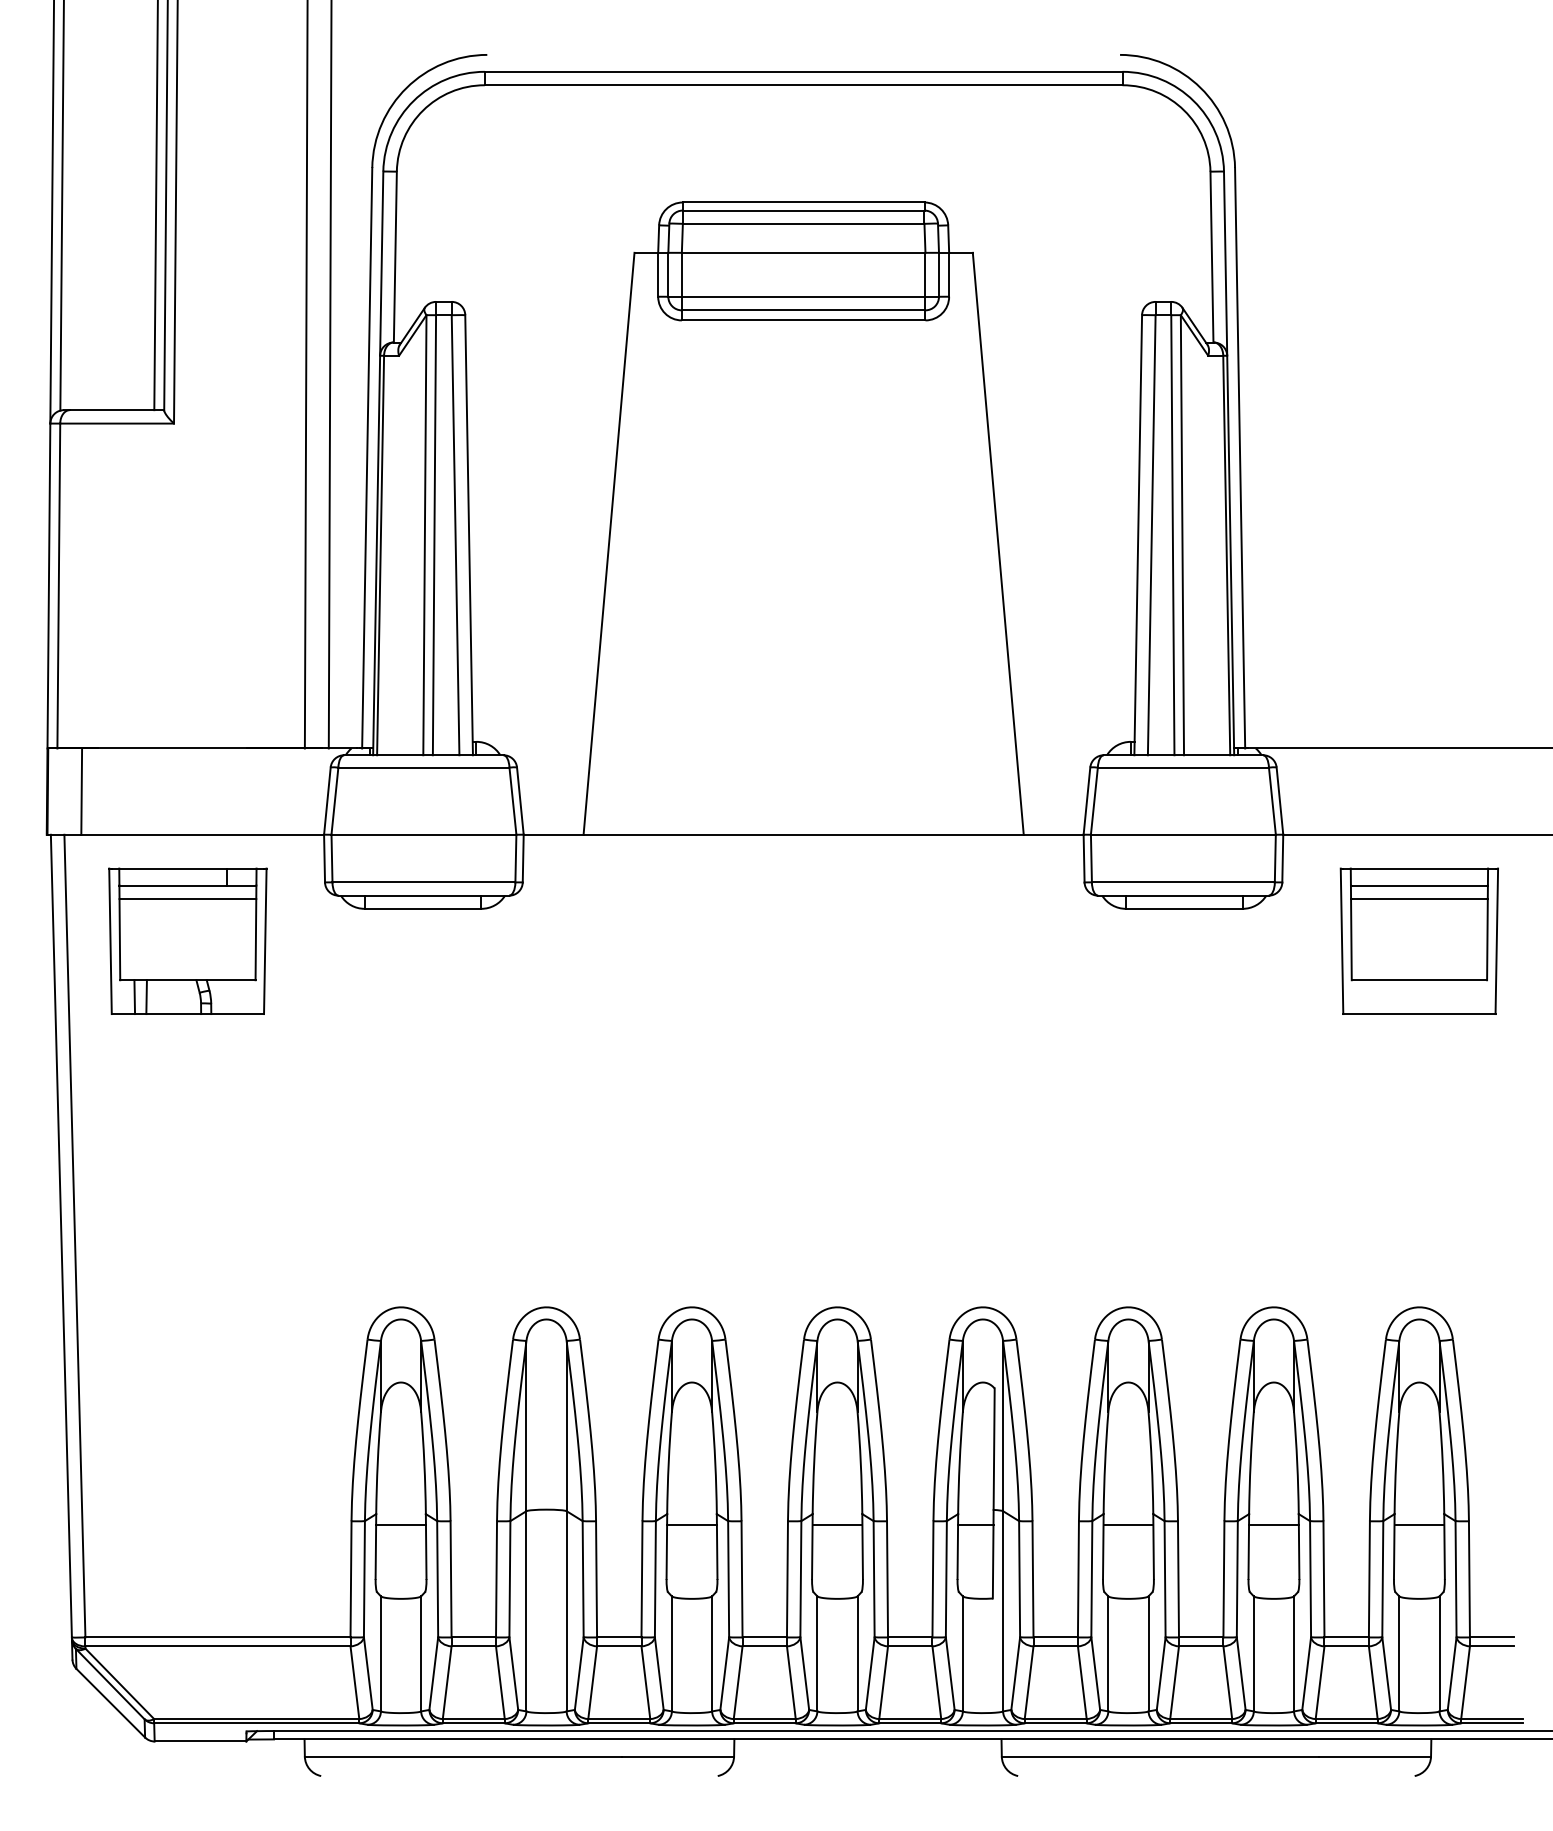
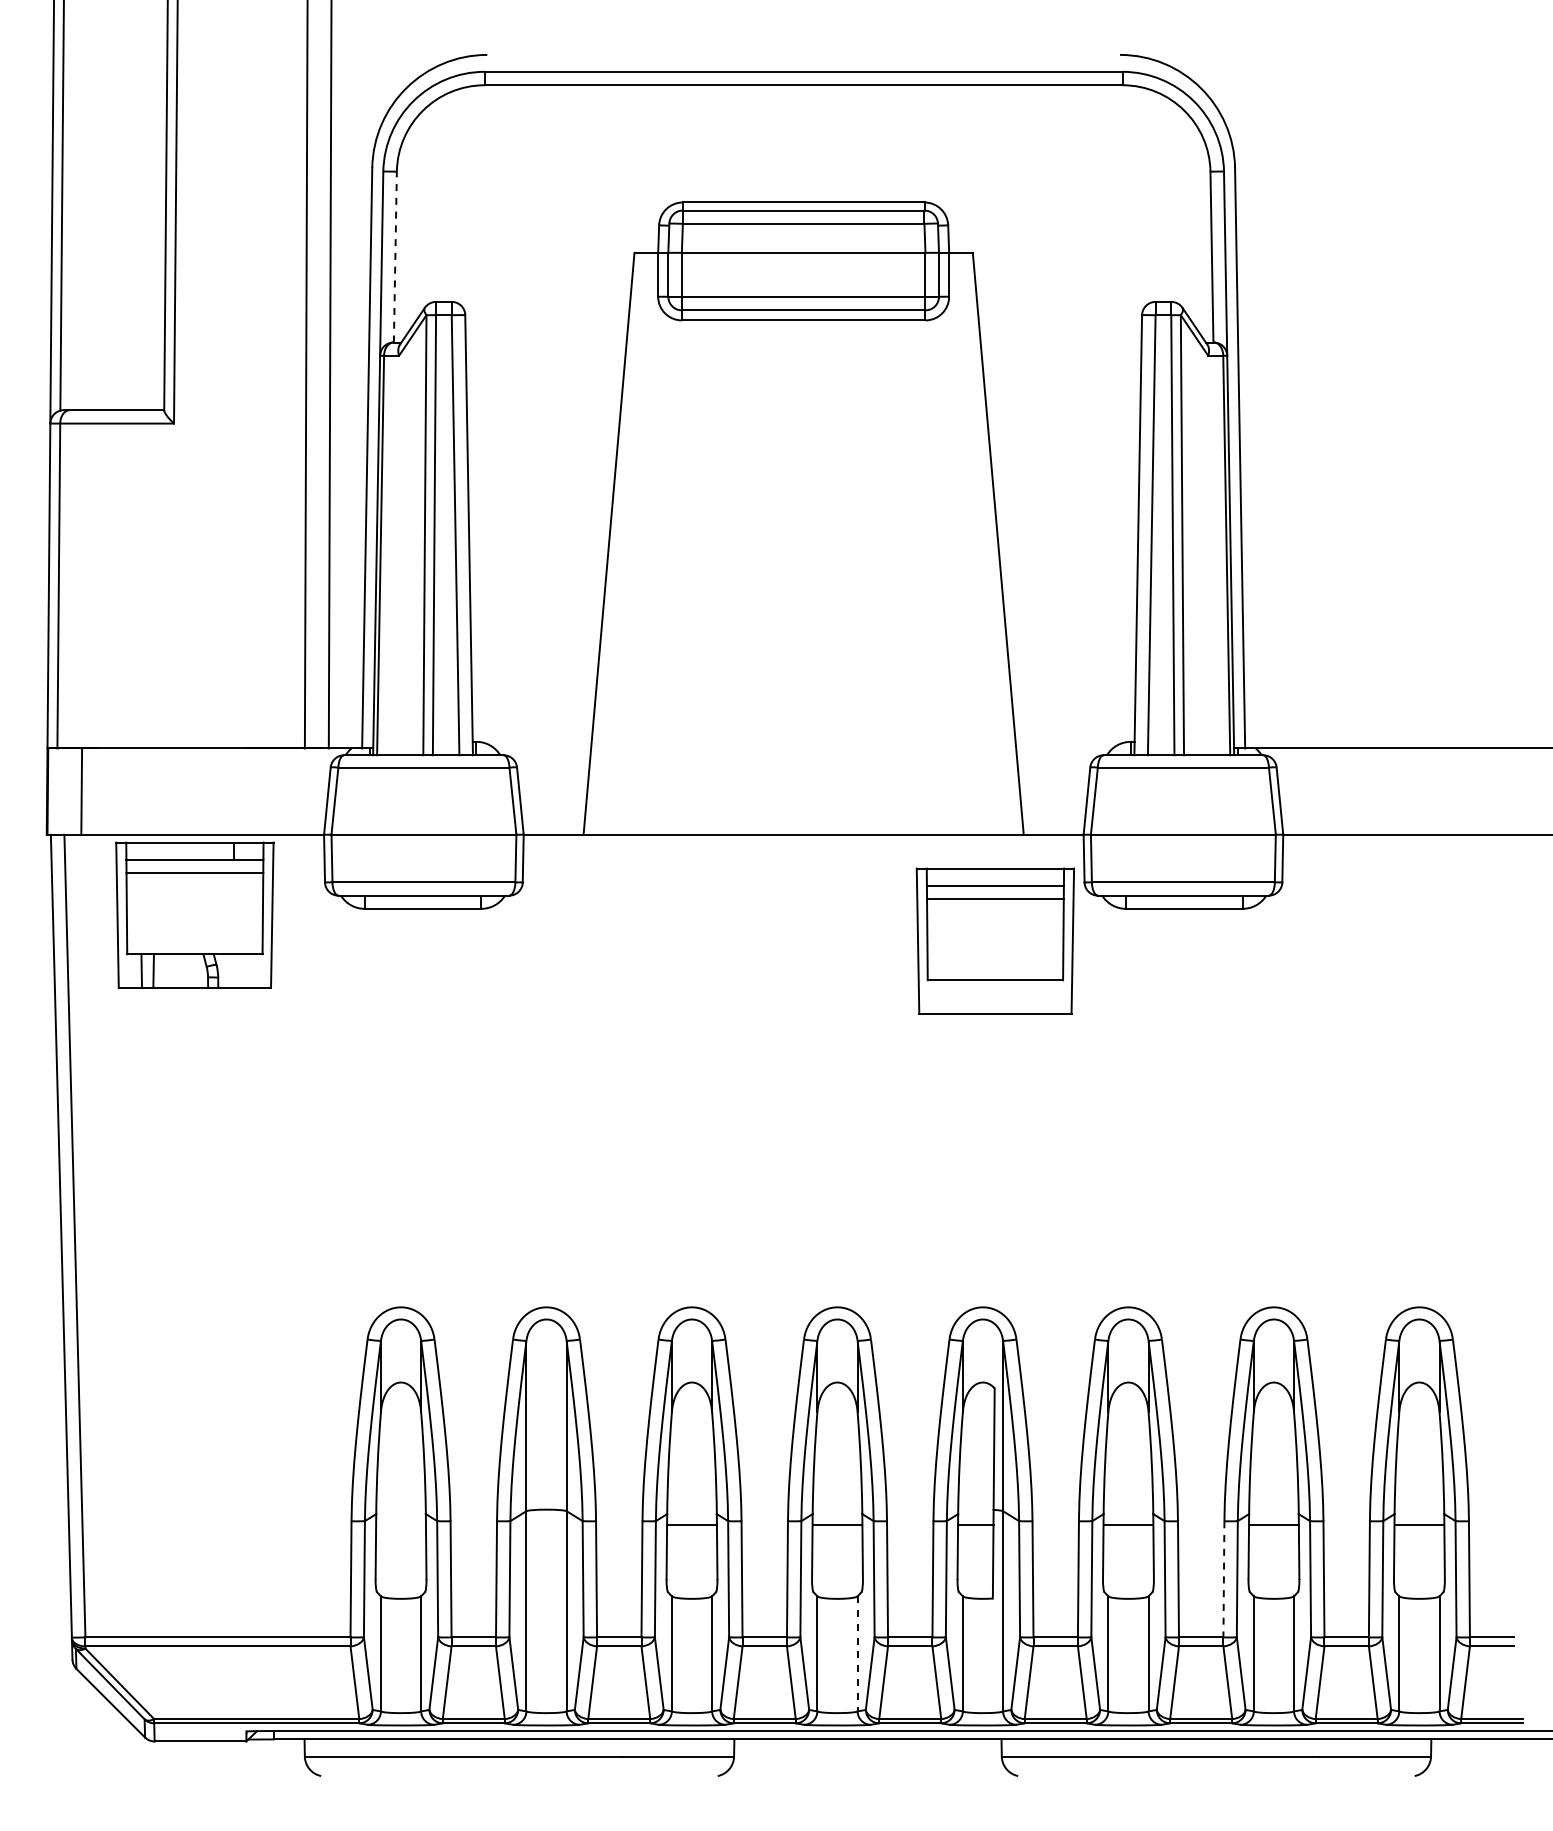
line at (155, 206): present -> none
line at (395, 256): solid -> dashed
part at (187, 940) position: (187, 940) -> (194, 914)
part at (1418, 940) position: (1418, 940) -> (994, 940)
line at (400, 1524): present -> none
line at (1223, 1579): solid -> dashed
line at (857, 1653): solid -> dashed
